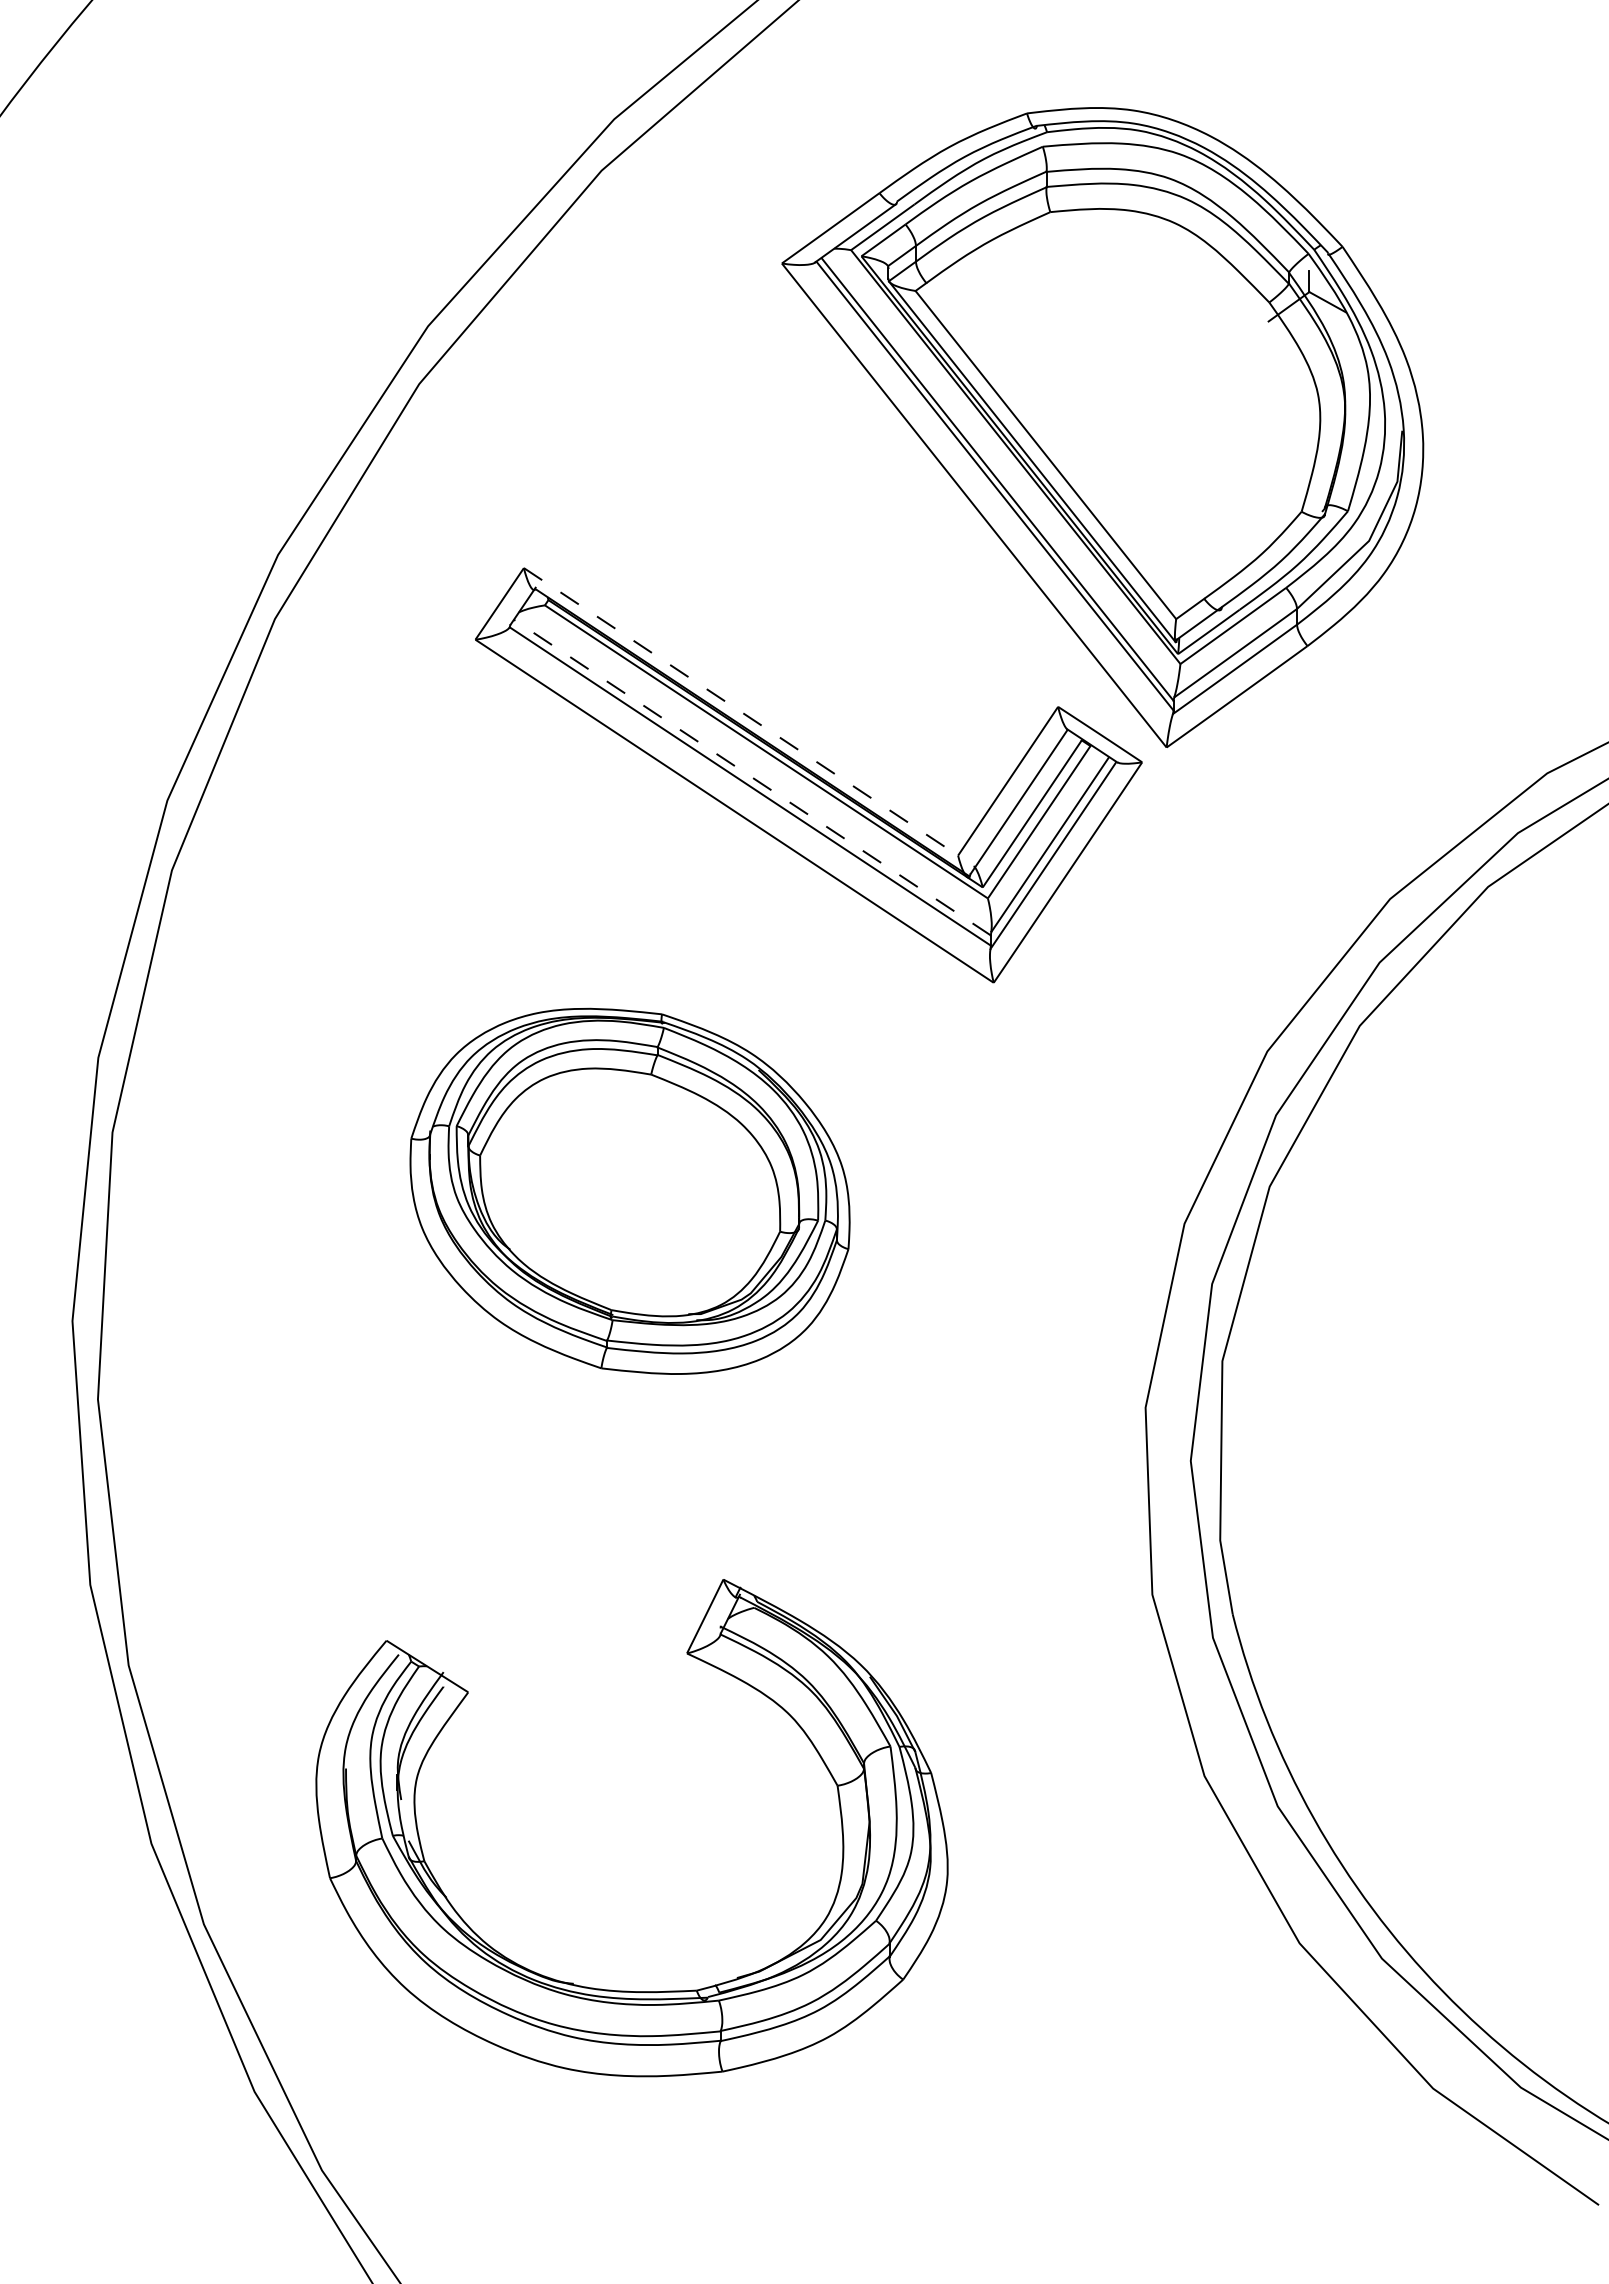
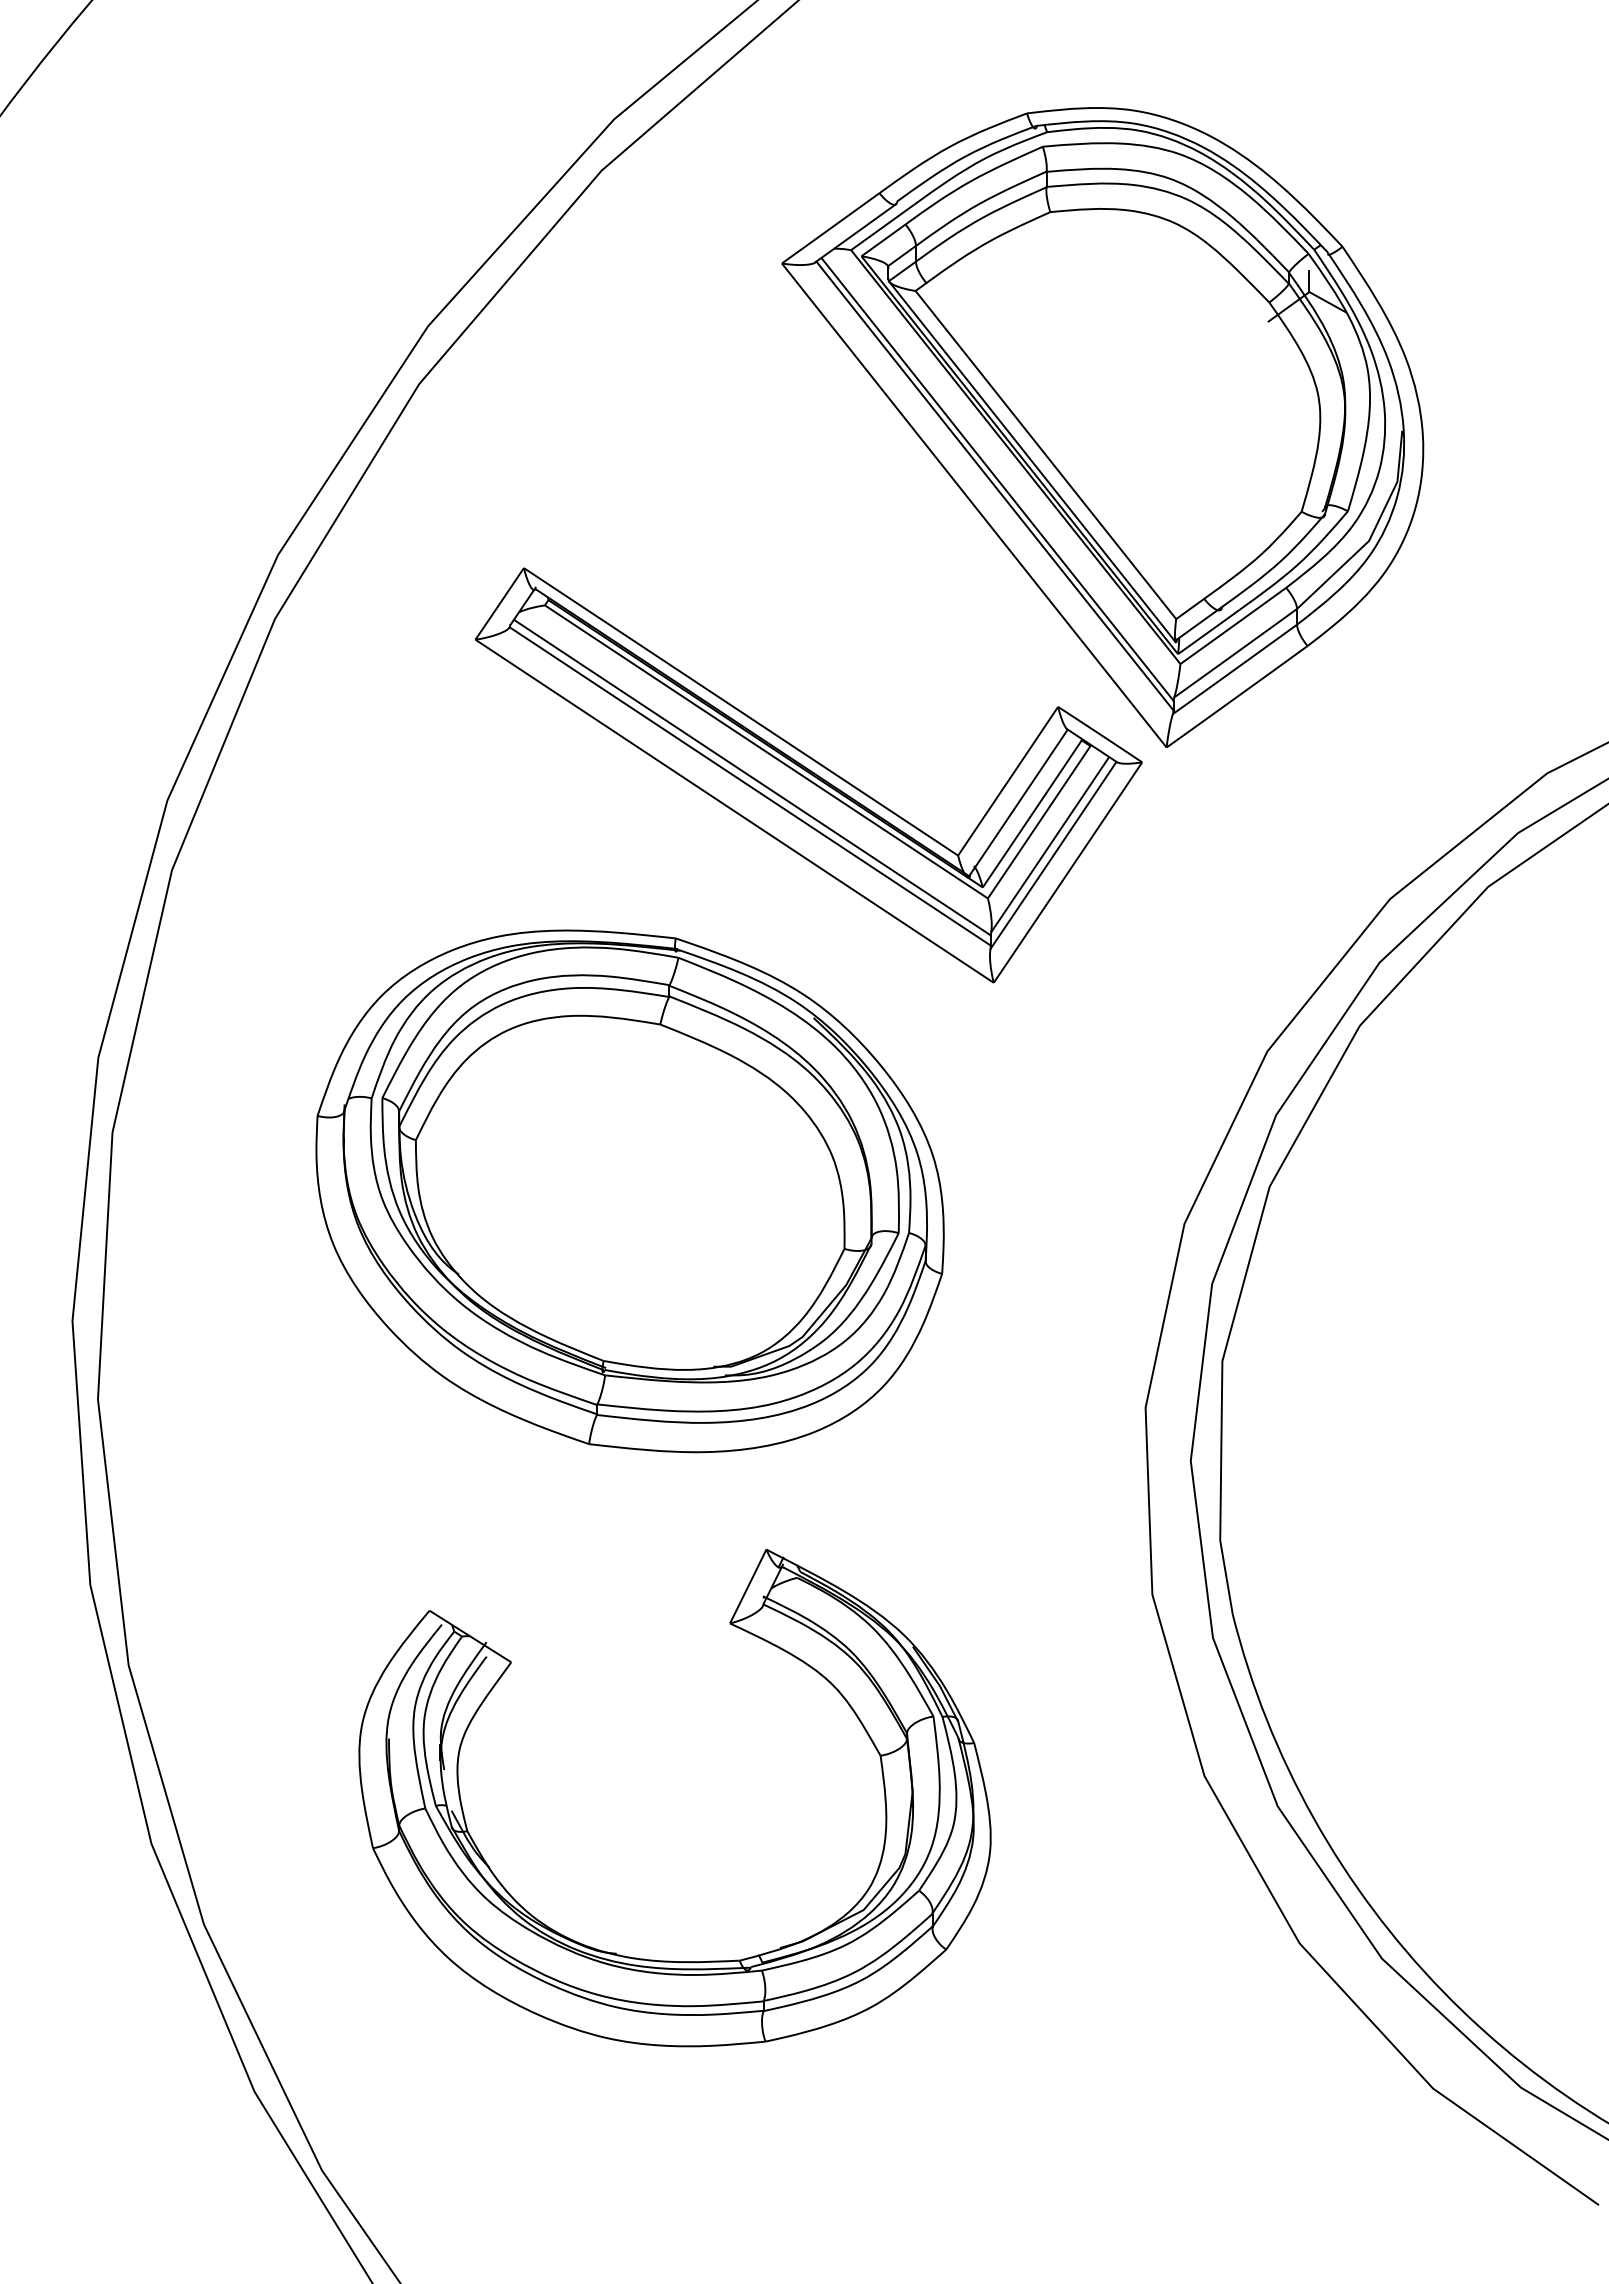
line at (740, 711): dashed -> solid
line at (751, 777): dashed -> solid
part at (629, 1190) size: 442x368 px -> 630x525 px
part at (628, 1990) position: (628, 1990) -> (671, 1960)
